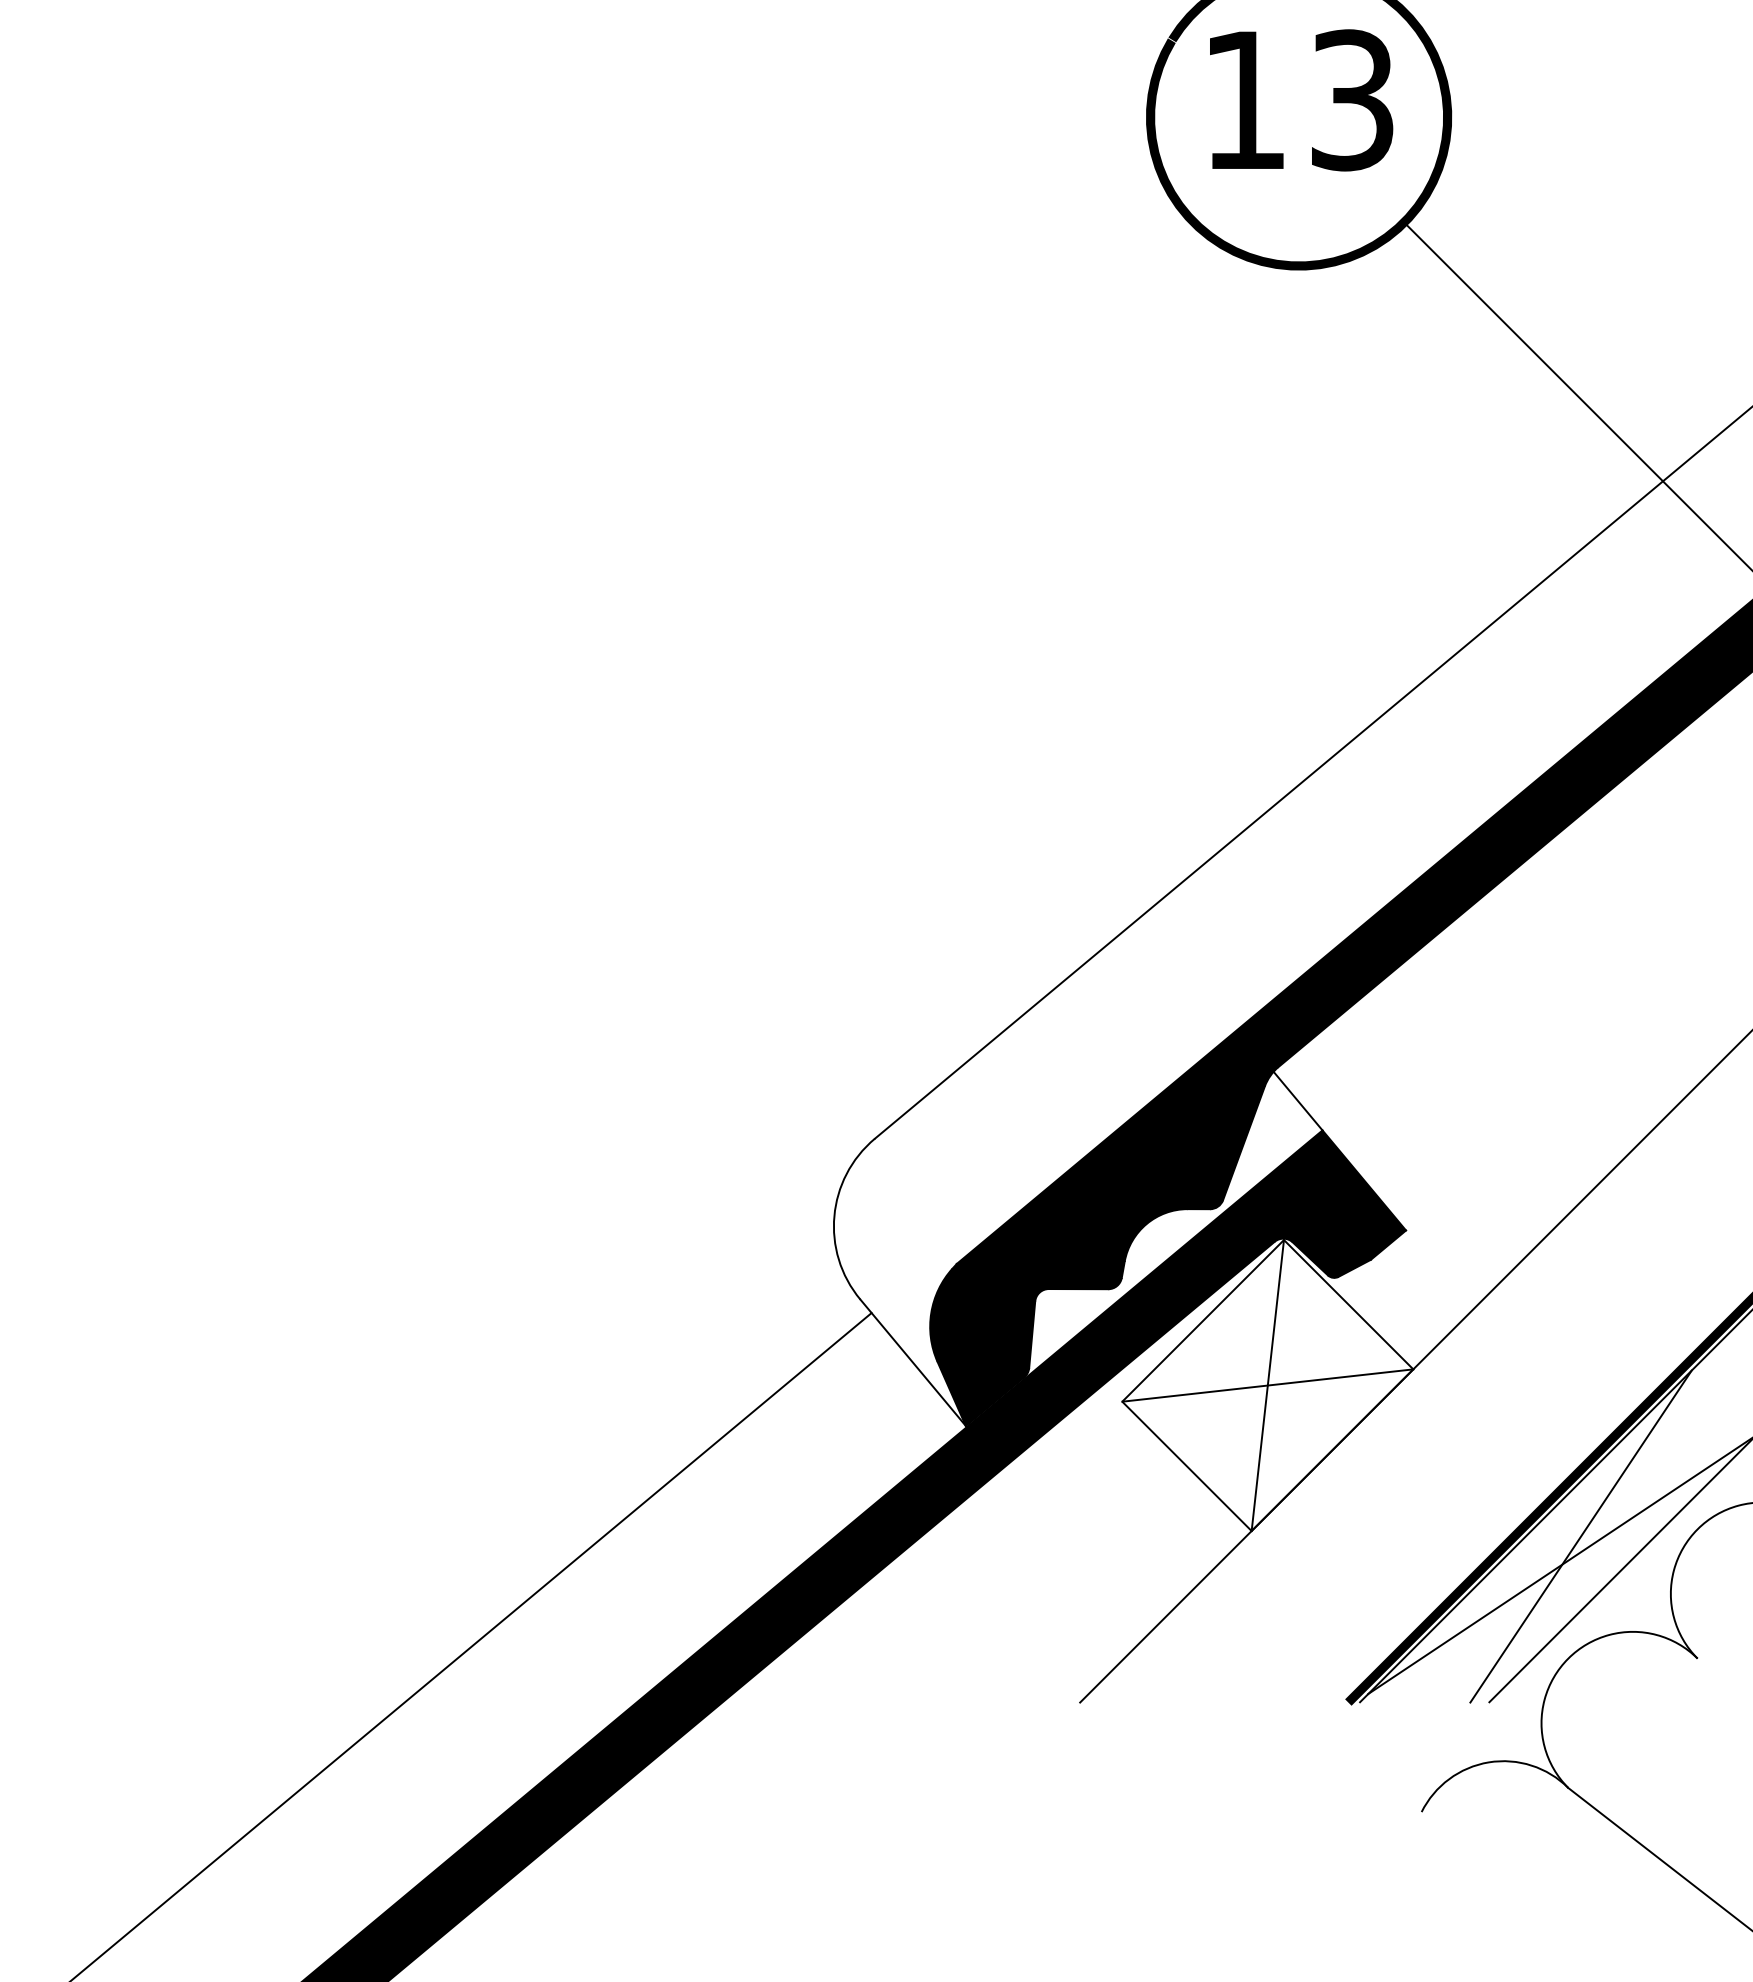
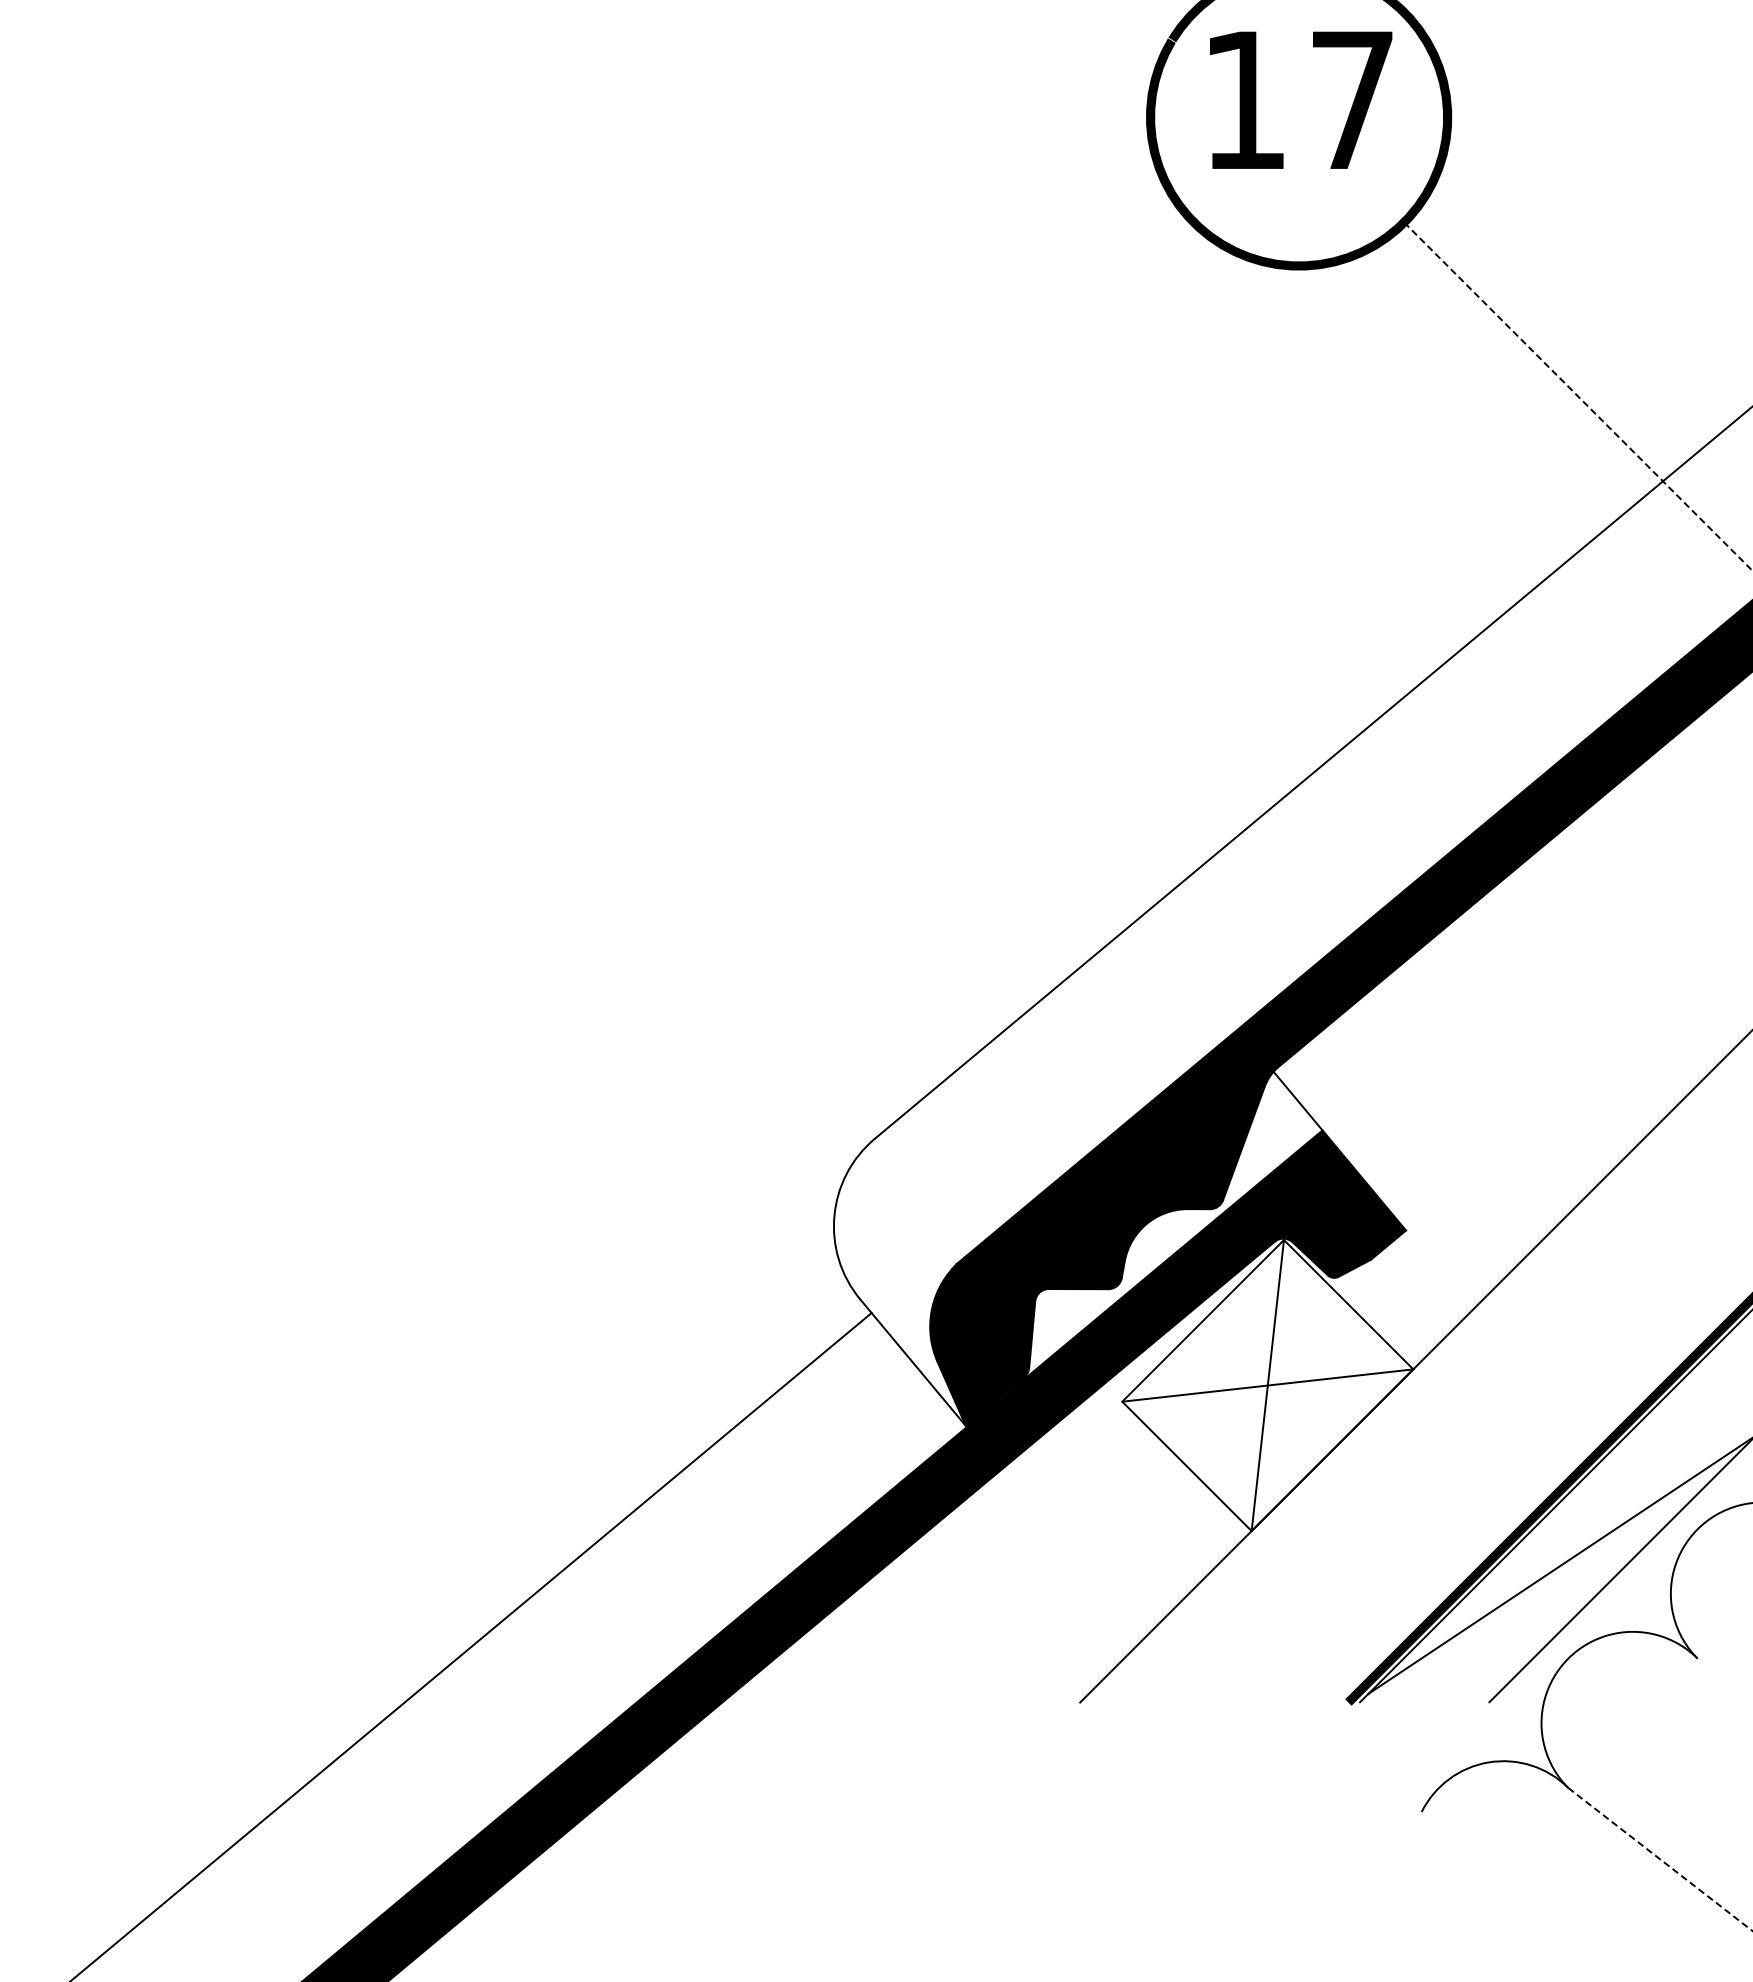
text at (1352, 100): 13 -> 17
line at (1578, 397): solid -> dashed
line at (1580, 1536): present -> none
line at (1660, 1859): solid -> dashed
